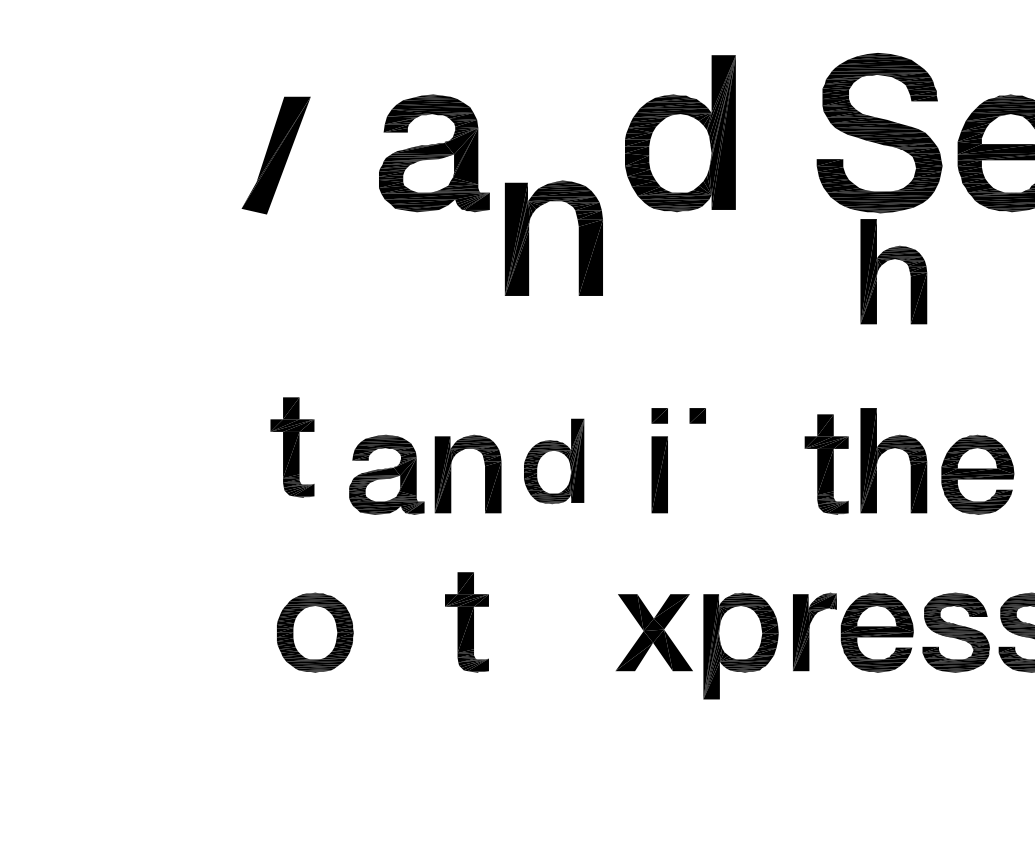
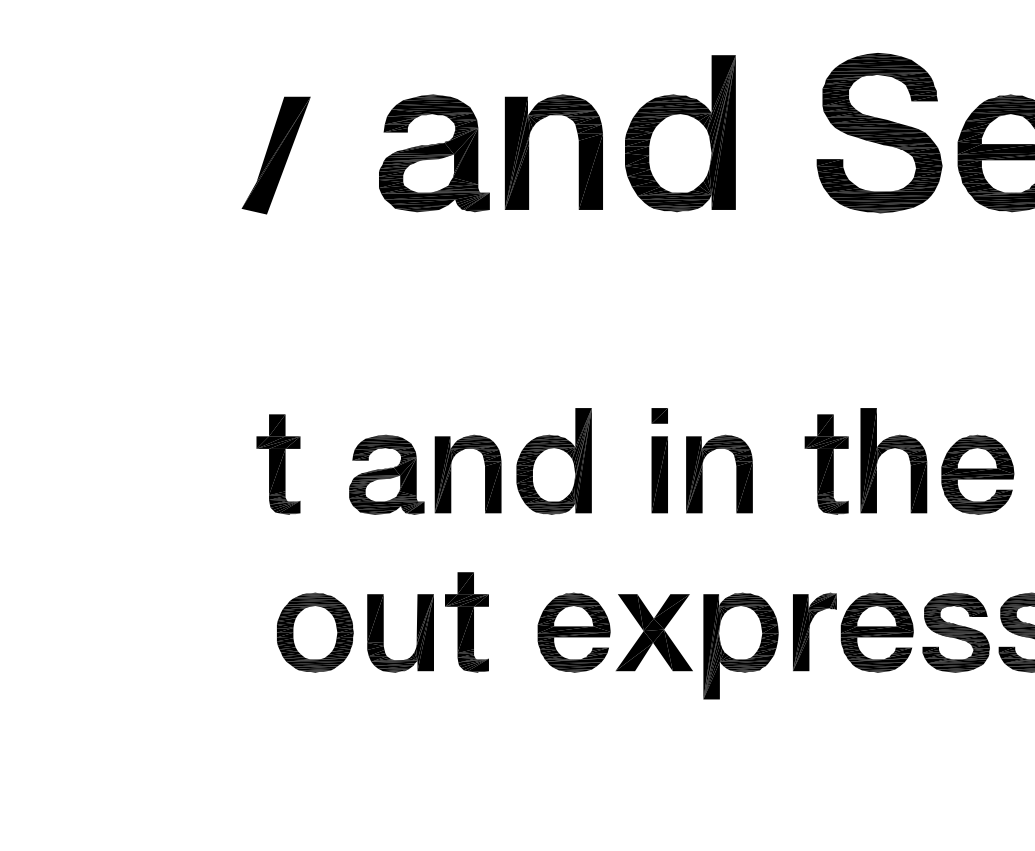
part at (529, 237) position: (529, 237) -> (529, 151)
part at (887, 261): present -> none
part at (697, 415): present -> none
part at (292, 447) position: (292, 447) -> (278, 464)
part at (554, 461) size: 61x87 px -> 76x107 px
part at (702, 473): none -> present
part at (573, 632): none -> present
part at (416, 633): none -> present
